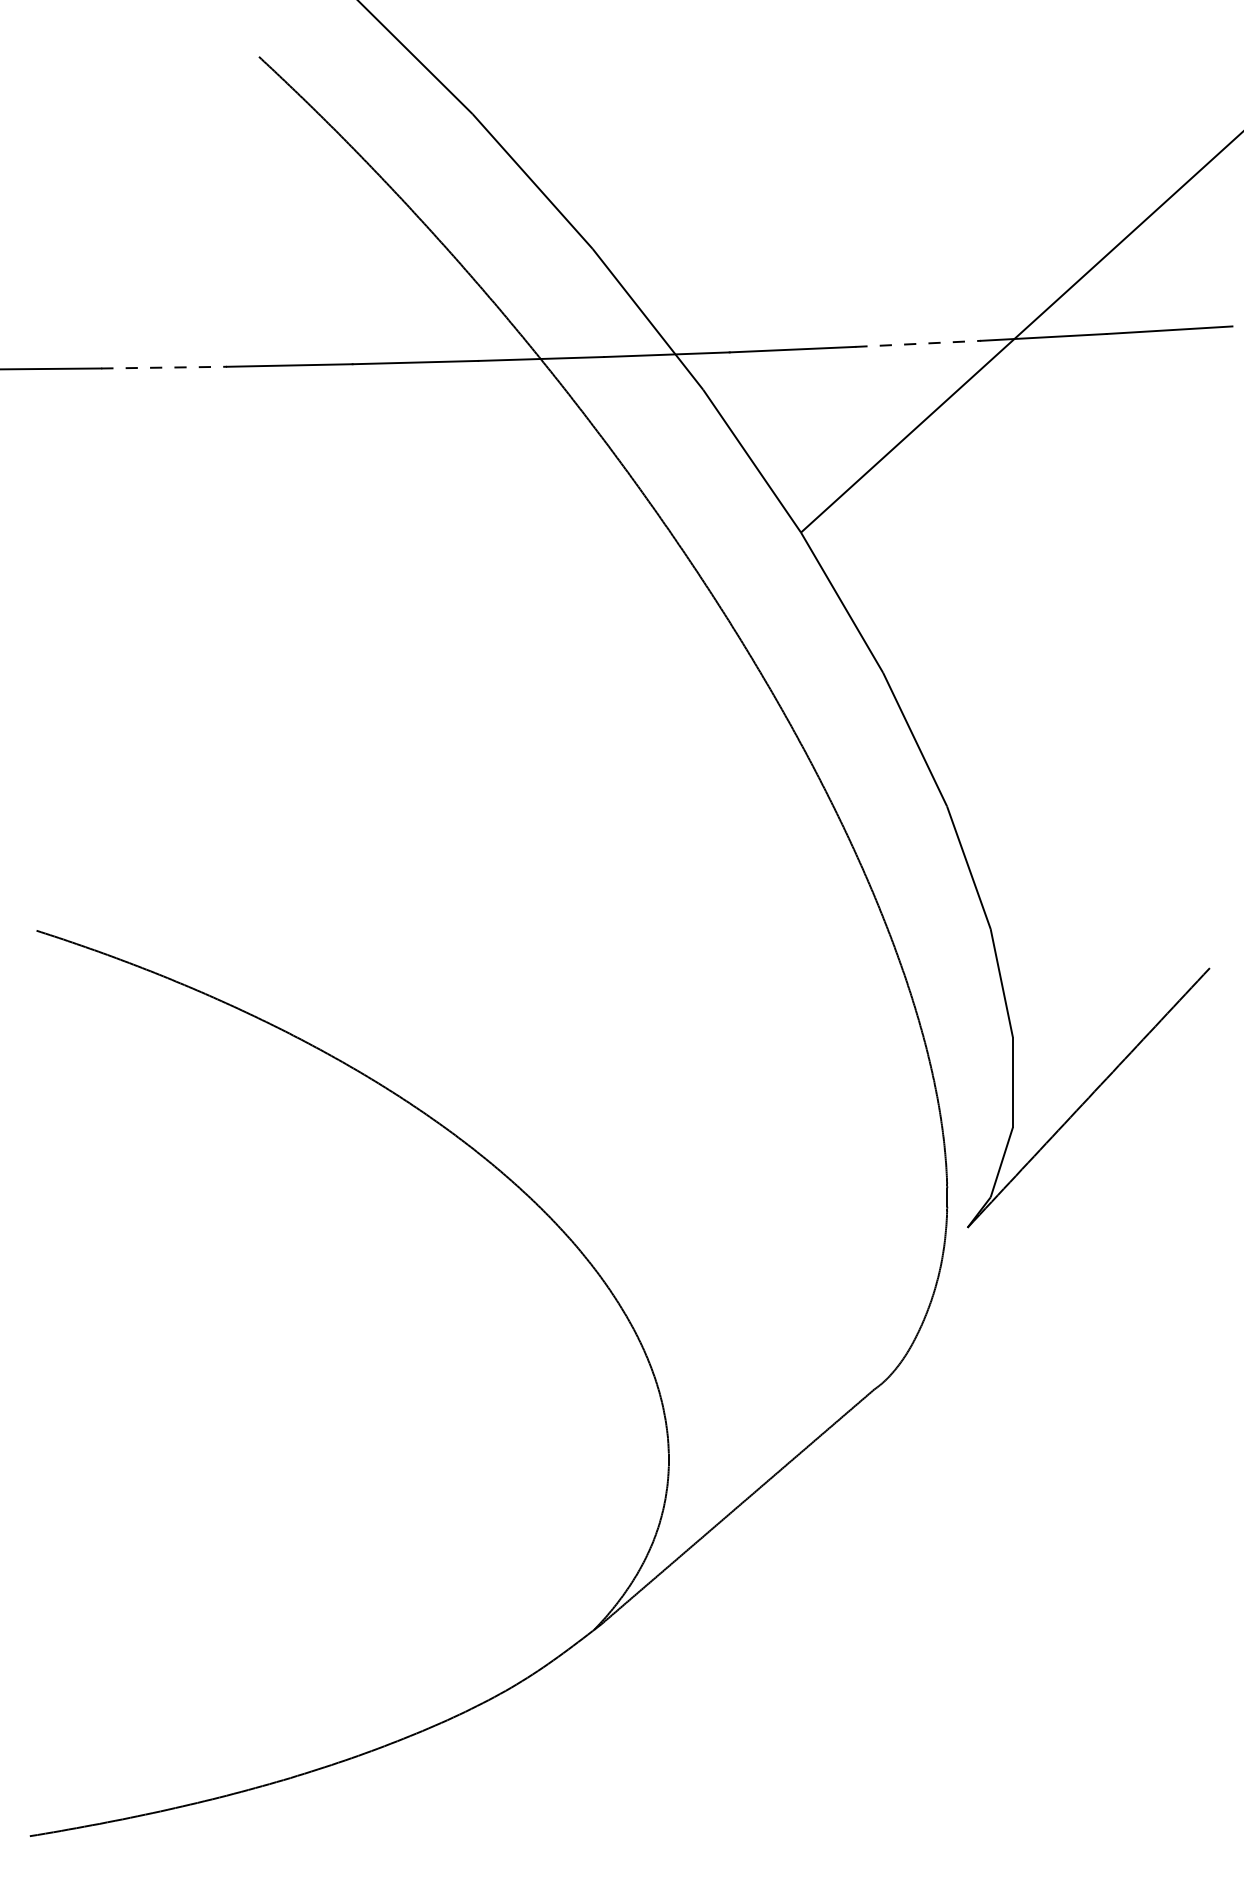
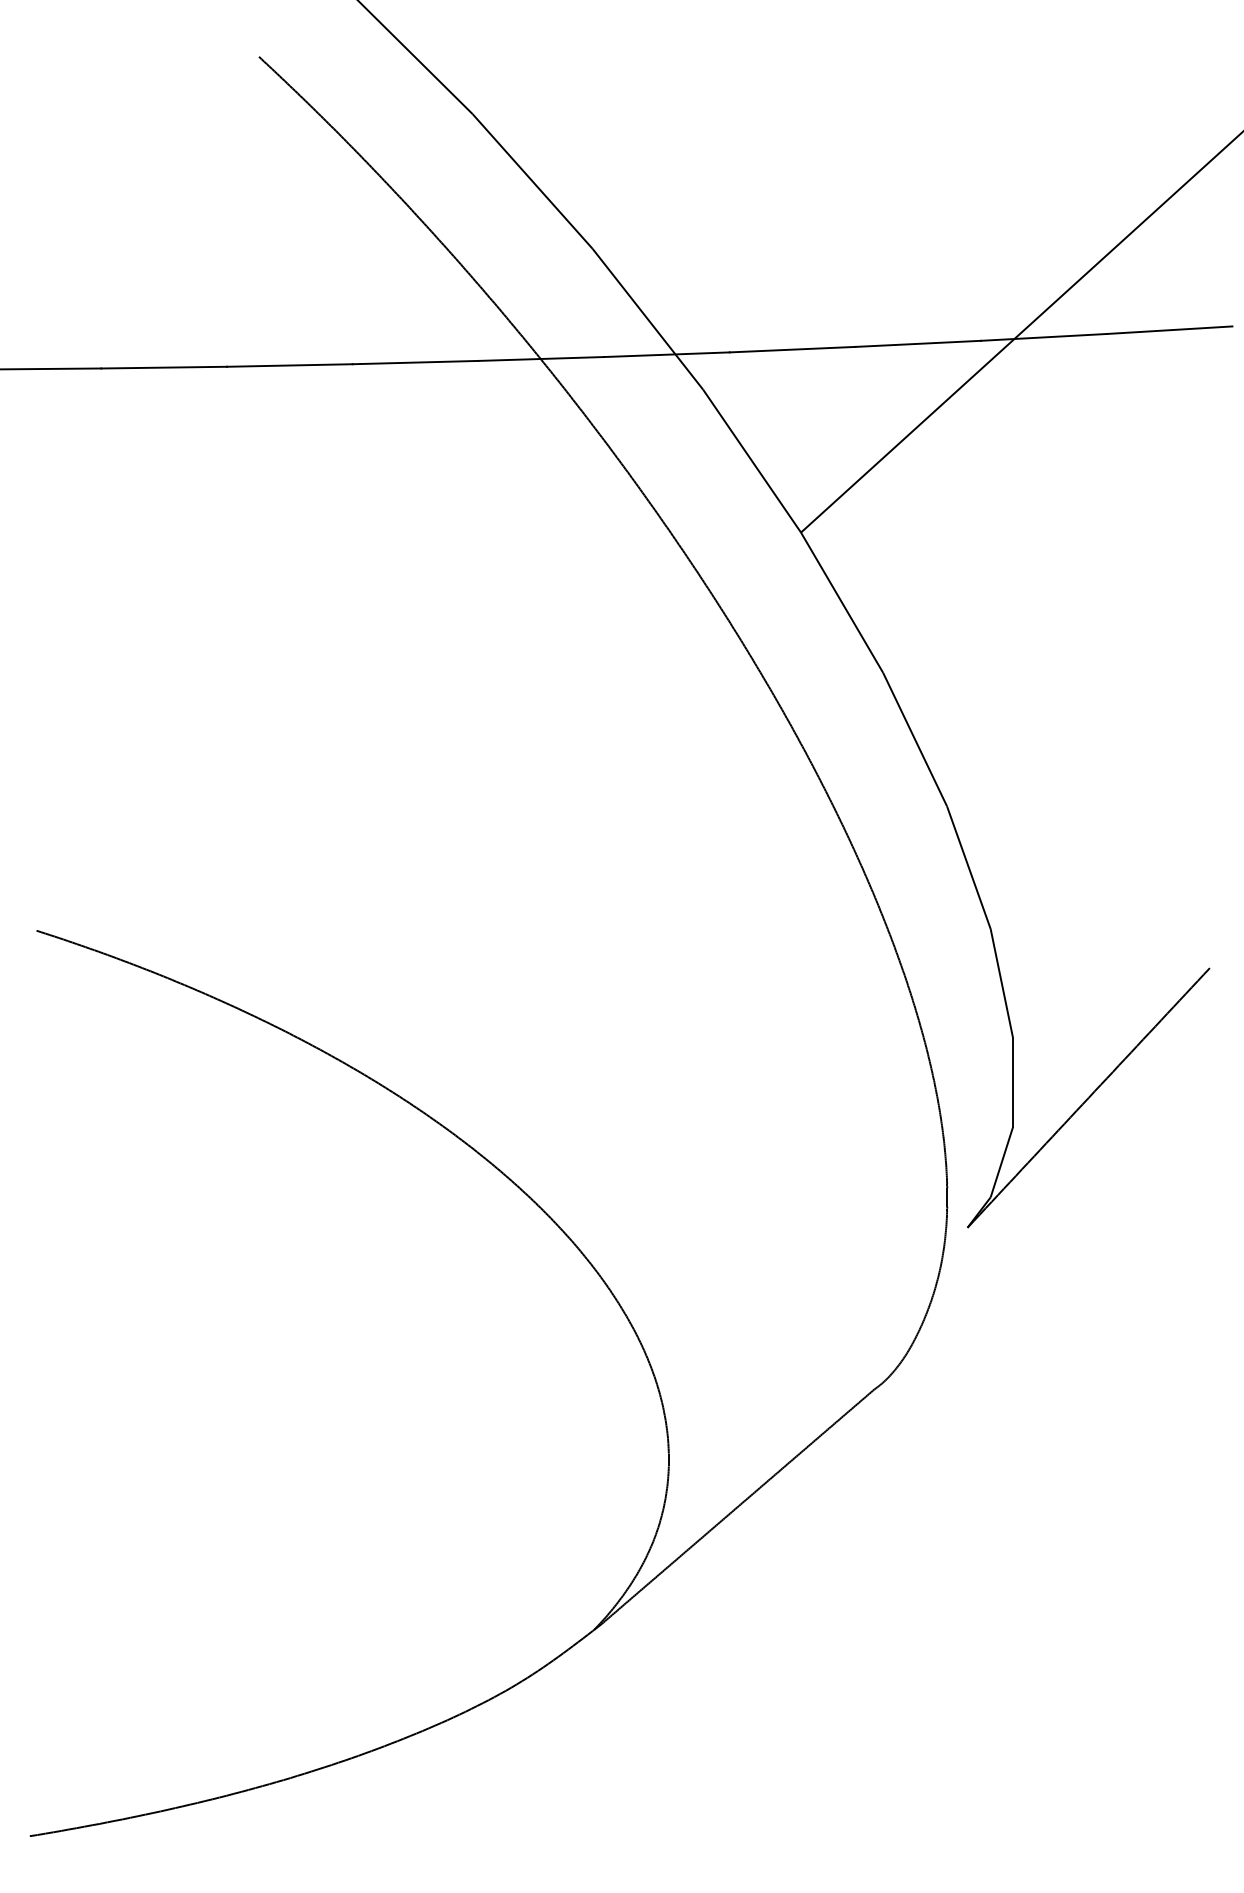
line at (918, 343): dashed -> solid
line at (164, 367): dashed -> solid
